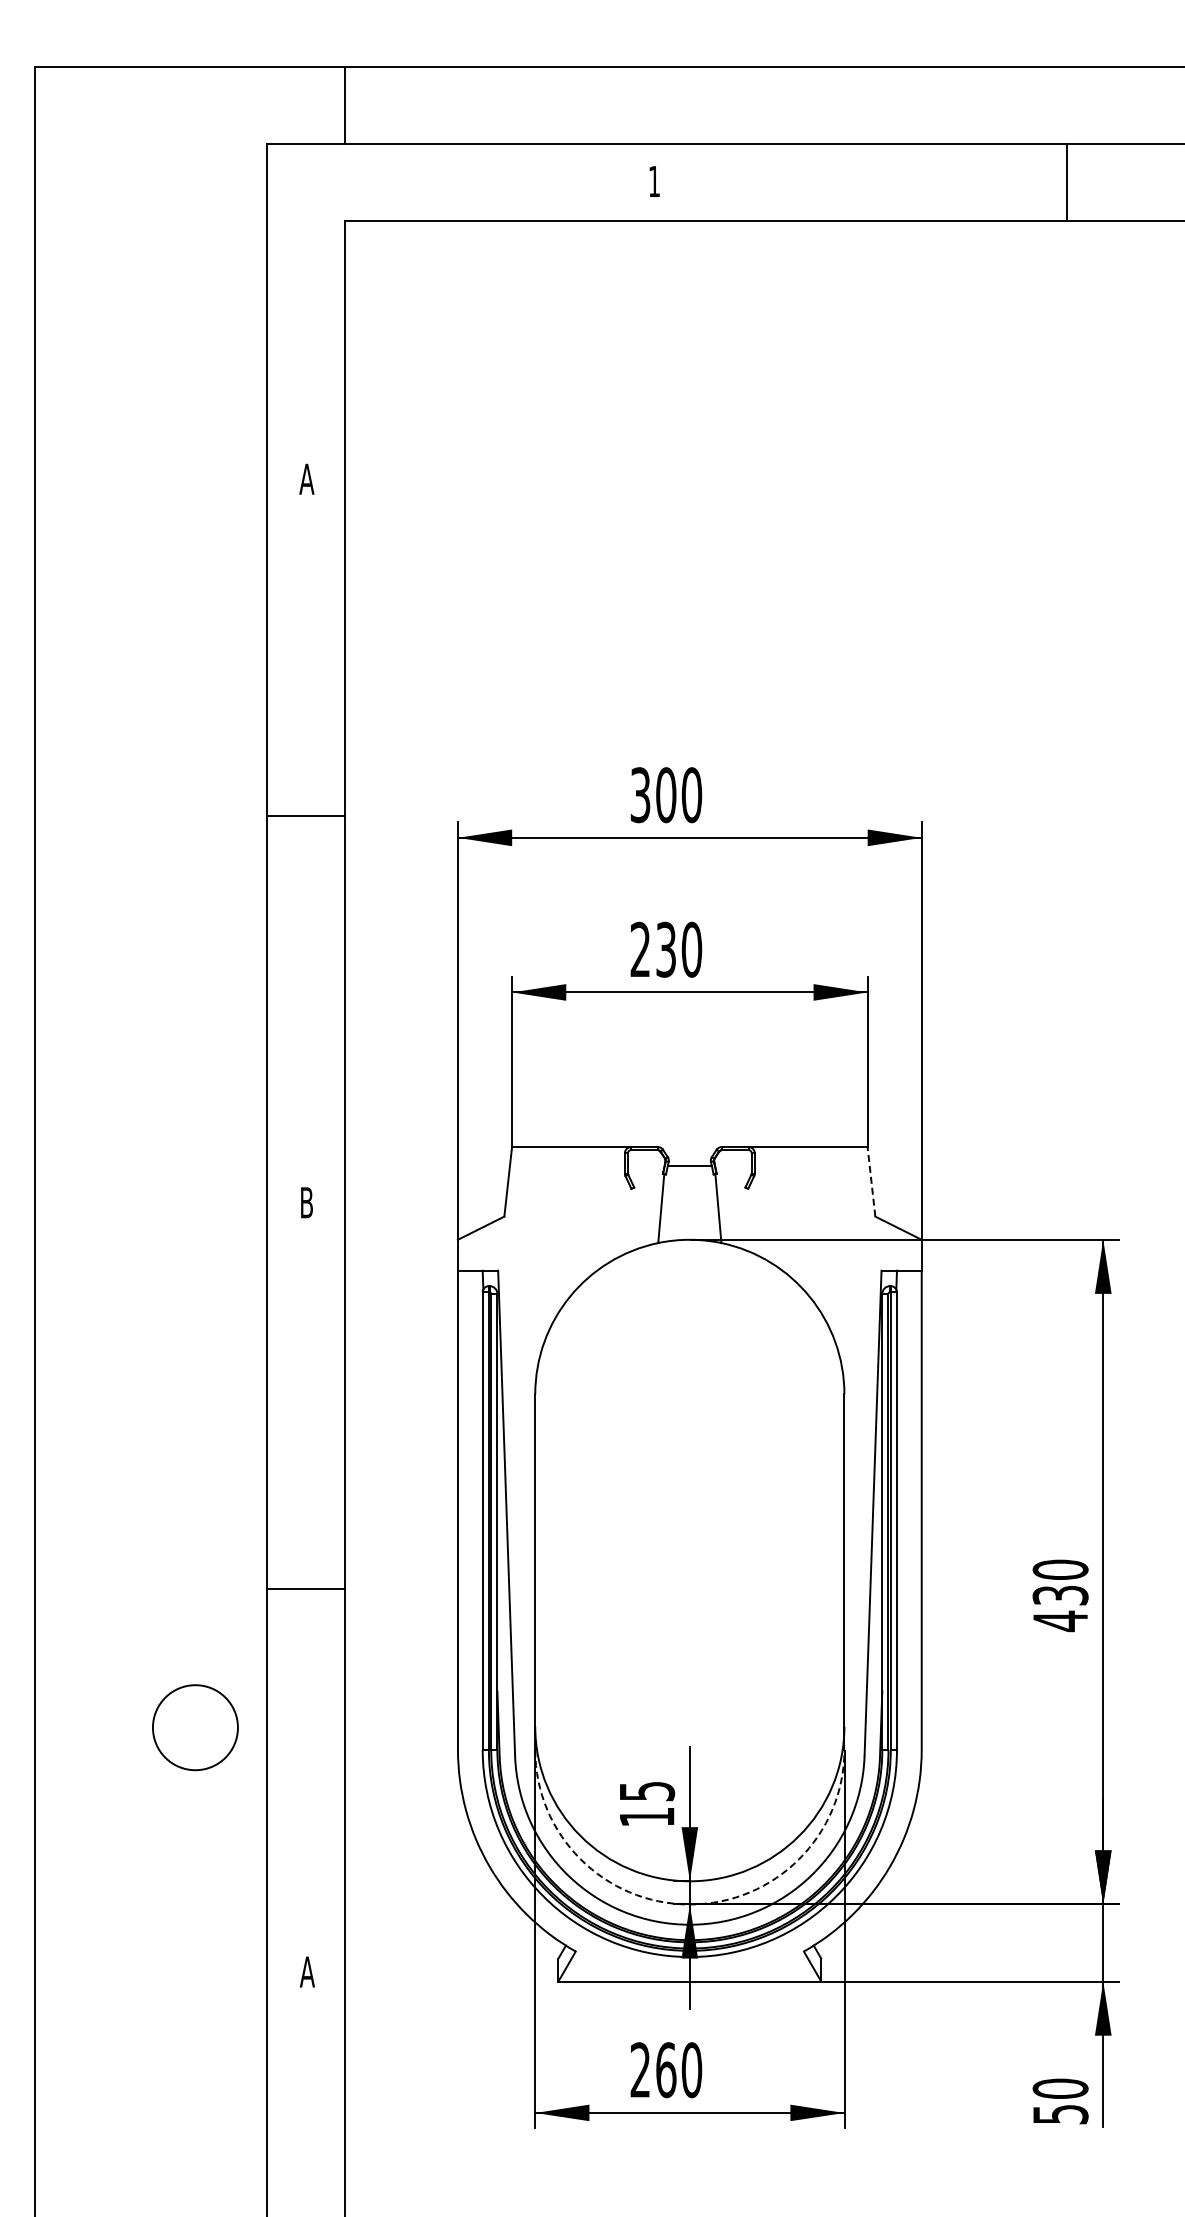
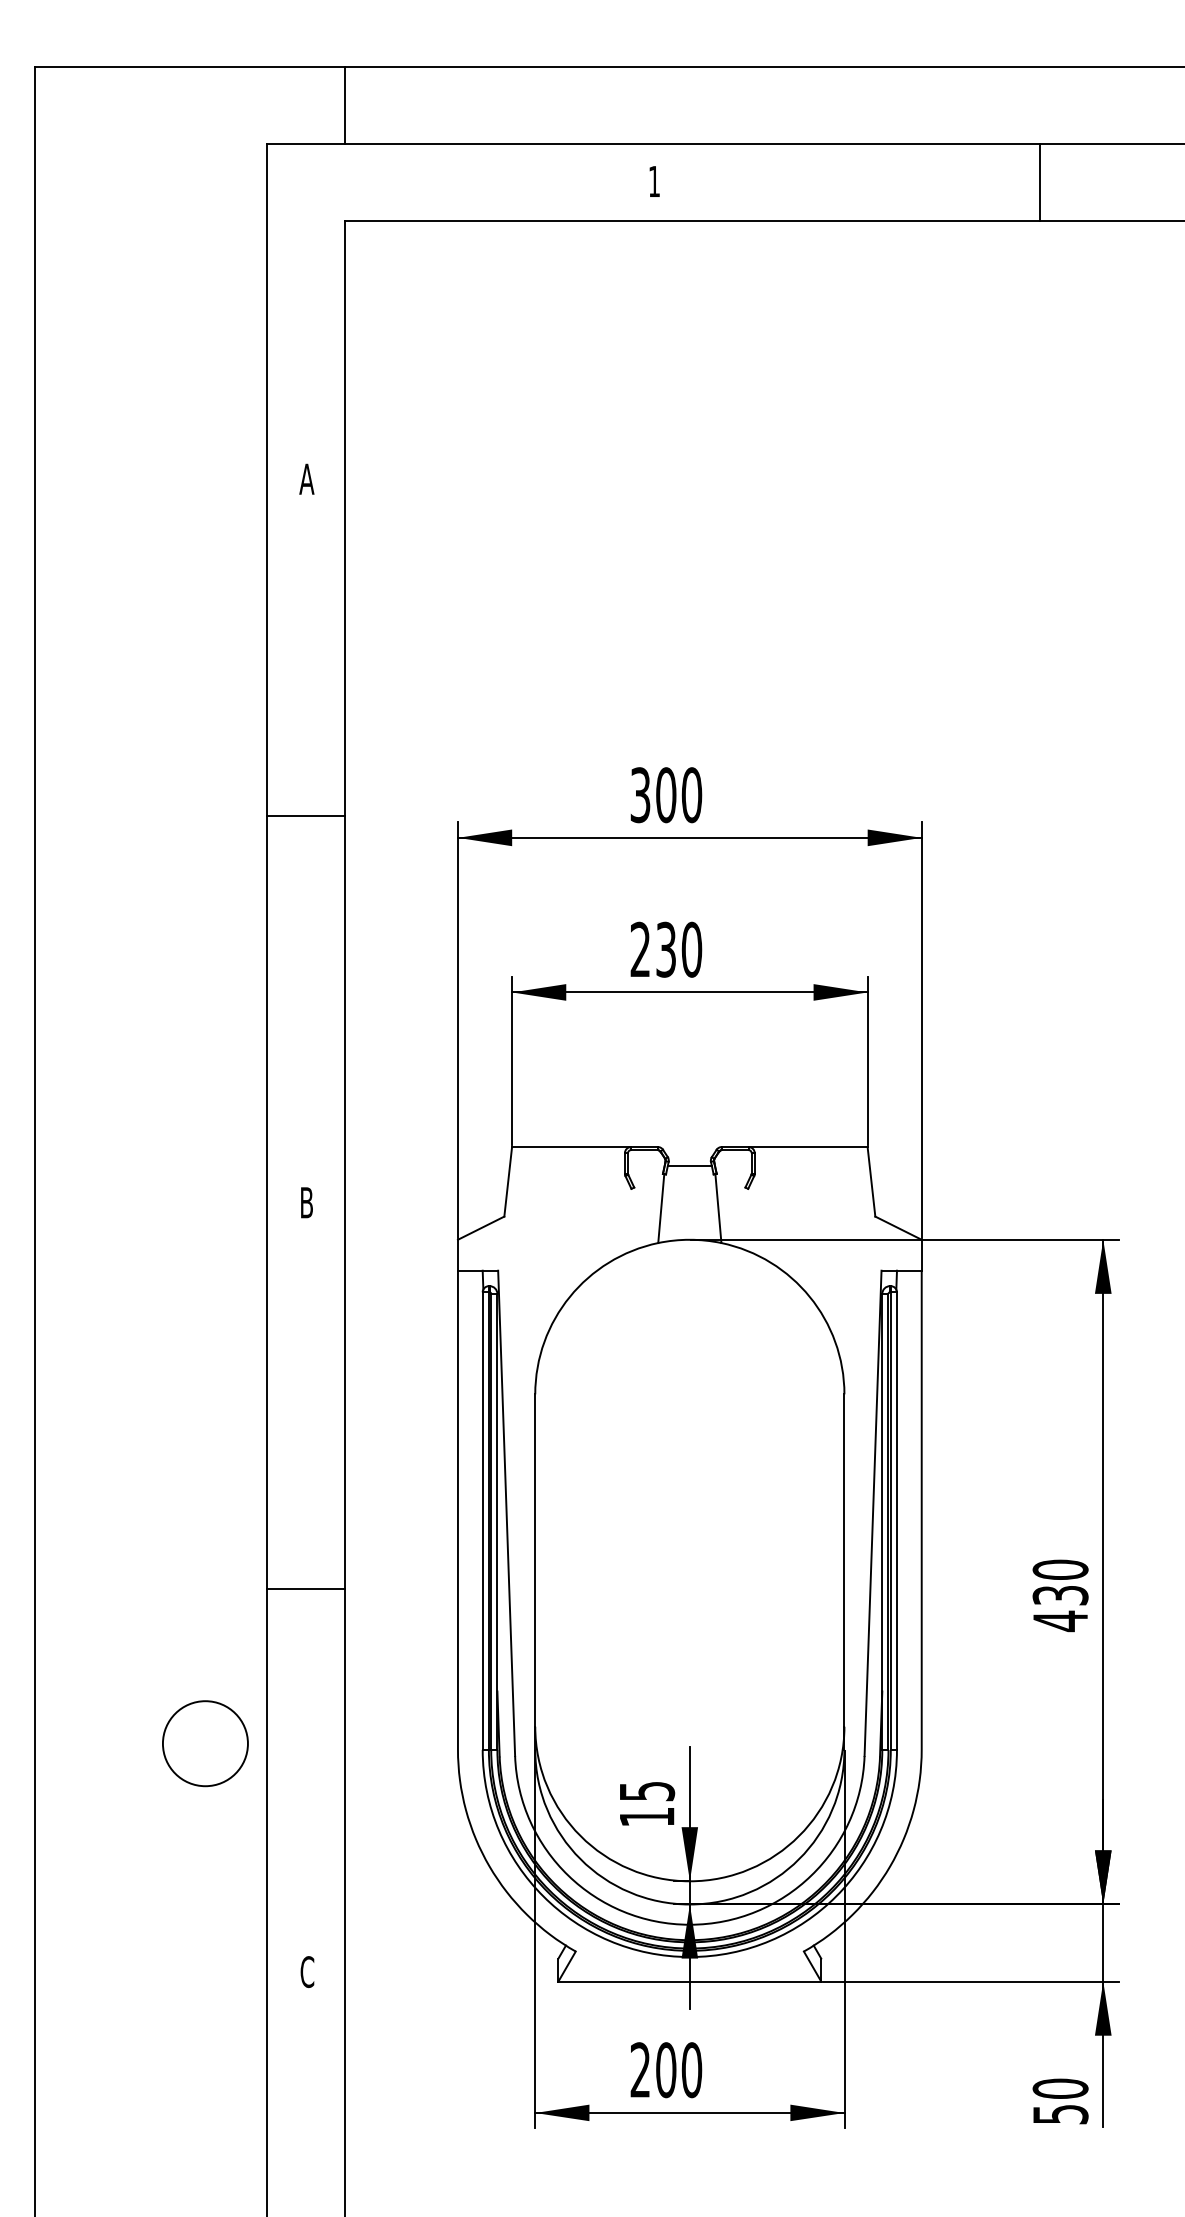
line at (1067, 182) position: (1067, 182) -> (1040, 182)
line at (871, 1181): dashed -> solid
circle at (195, 1727) position: (195, 1727) -> (205, 1743)
arc at (689, 1904): dashed -> solid
text at (306, 1972): A -> C
text at (666, 2069): 260 -> 200
